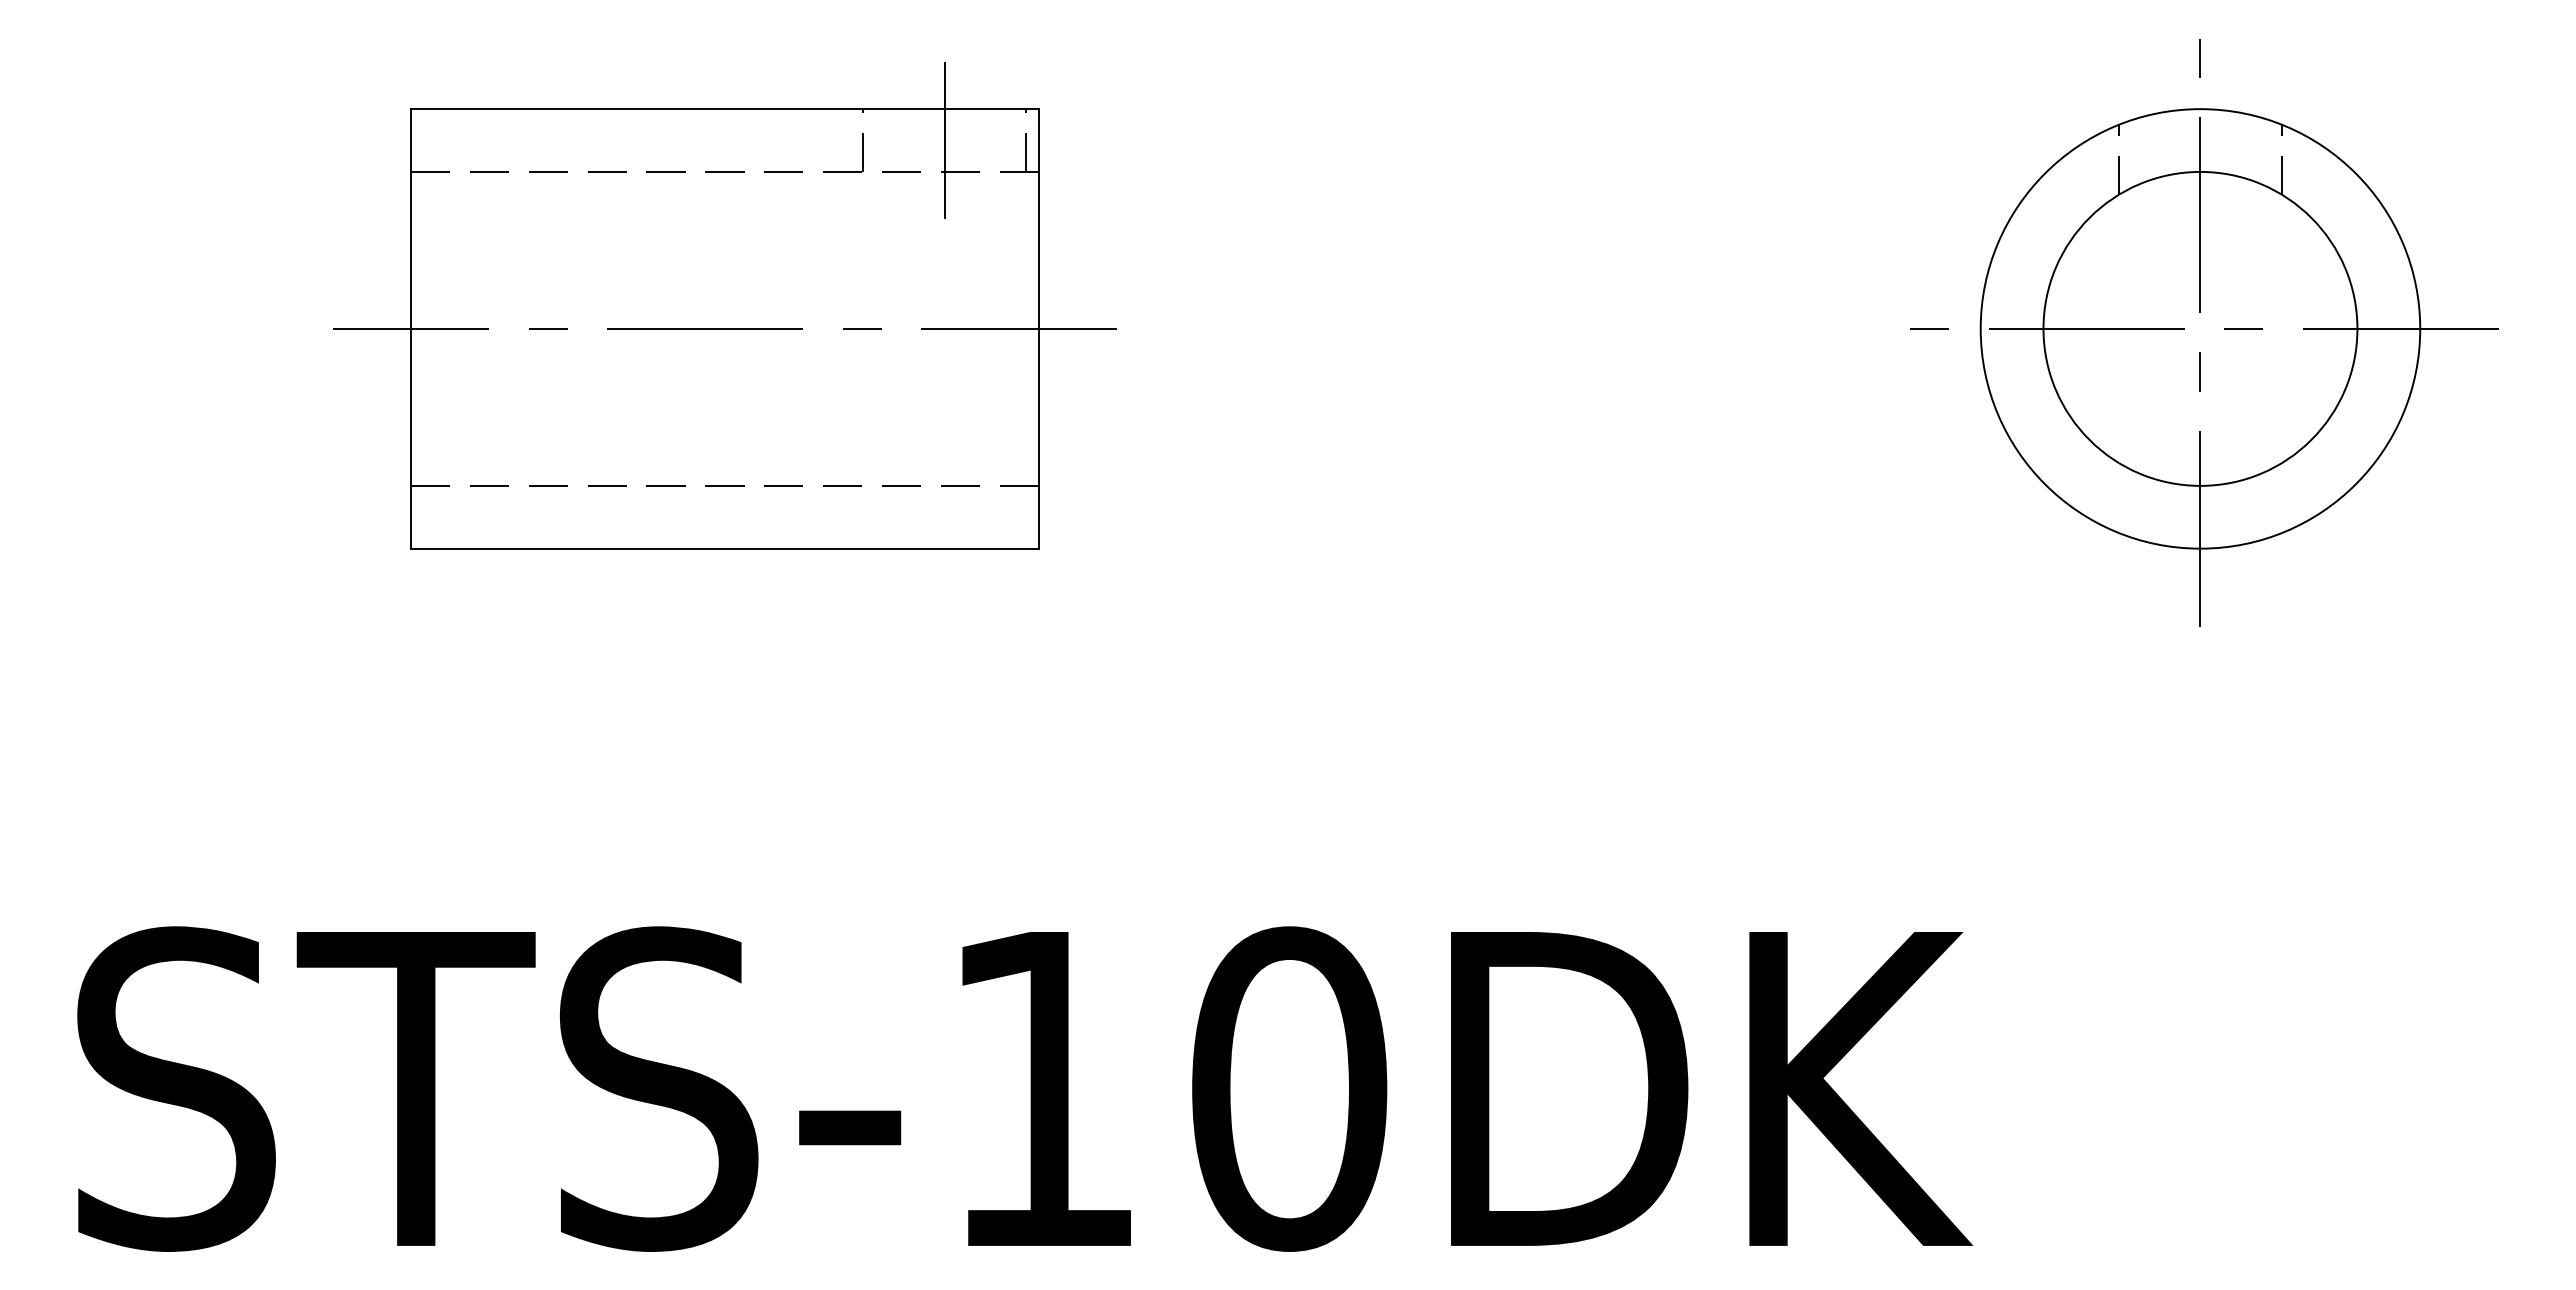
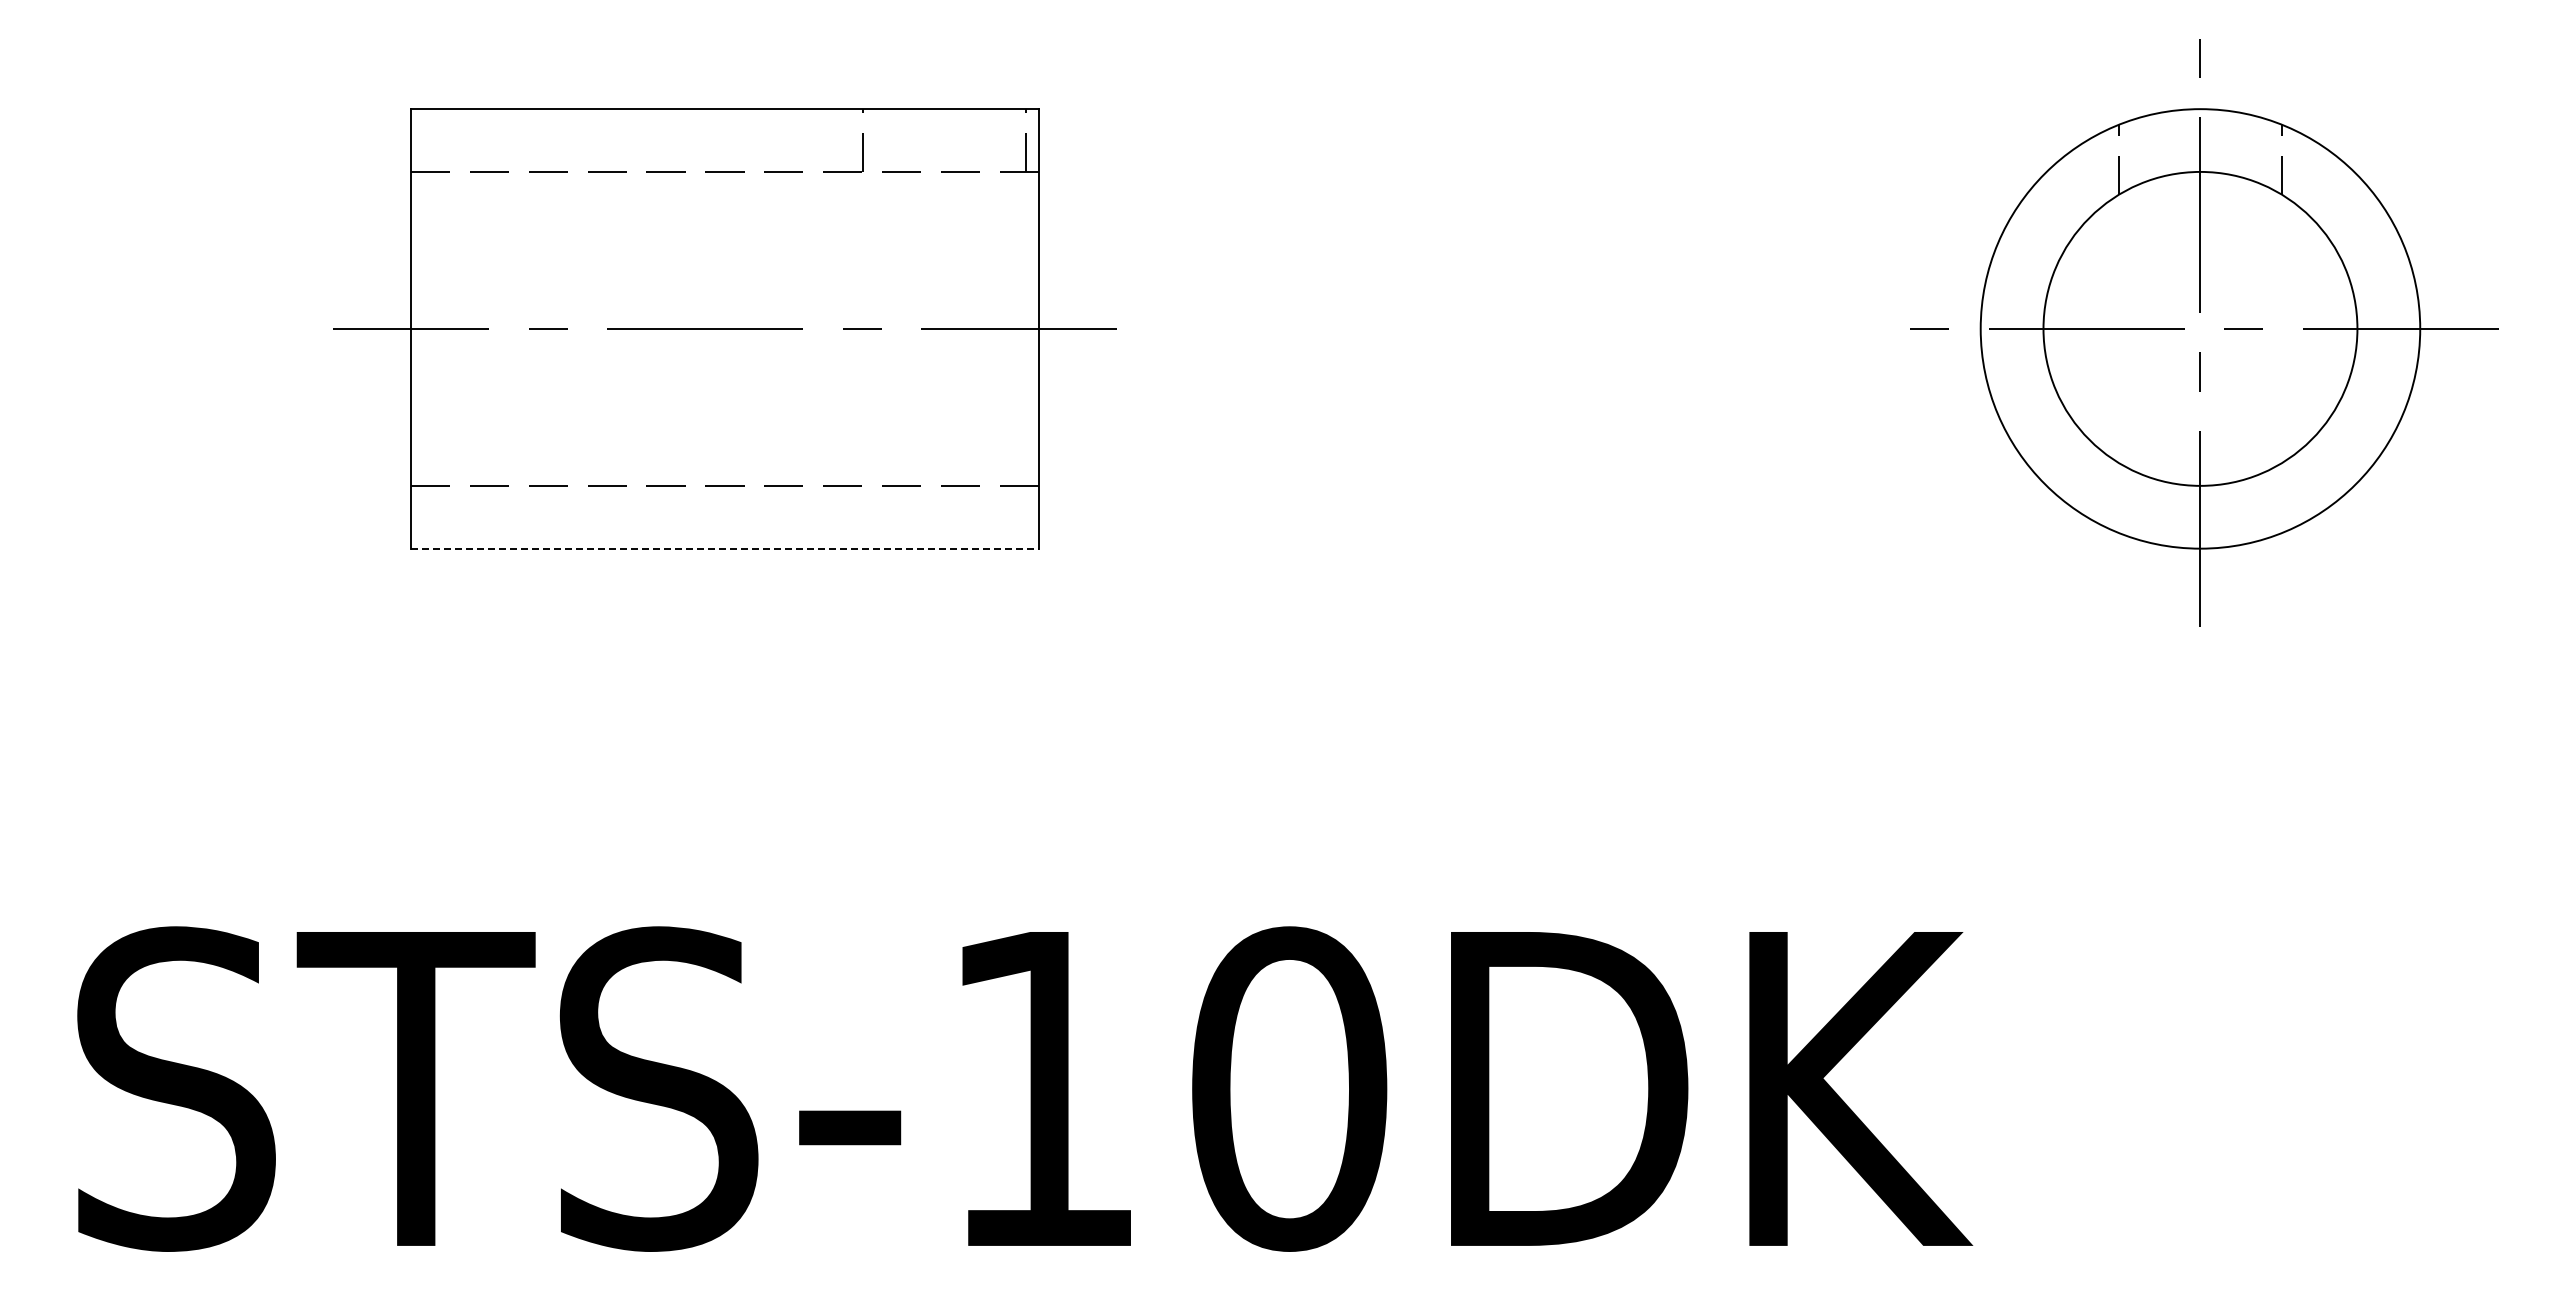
line at (944, 140): present -> none
line at (724, 548): solid -> dashed
